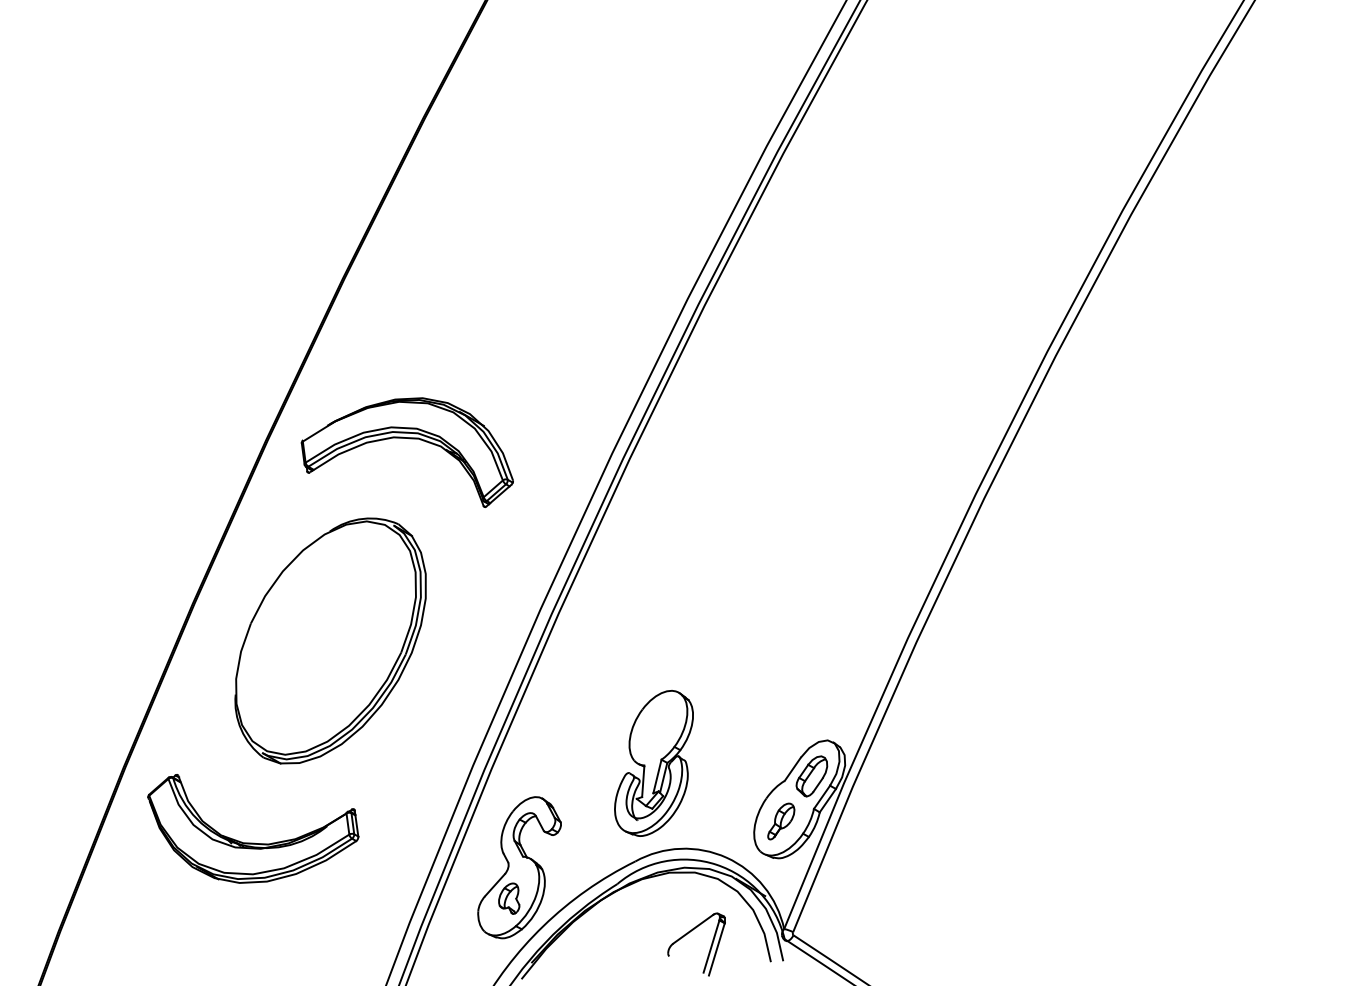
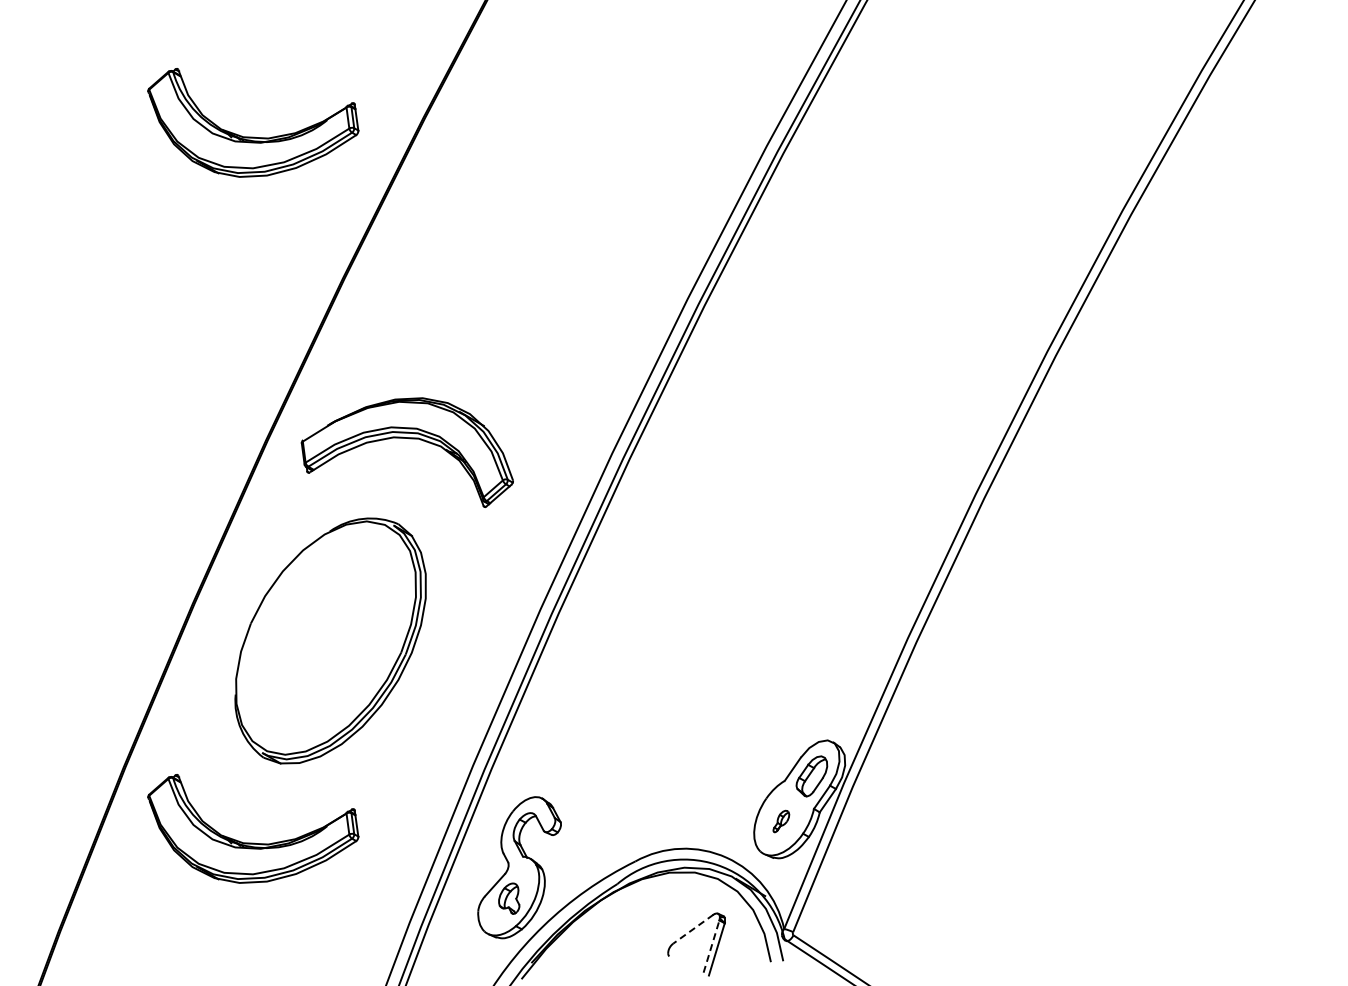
part at (253, 136): none -> present
part at (653, 763): present -> none
part at (781, 821) size: 29x39 px -> 19x25 px
line at (693, 929): solid -> dashed
line at (711, 946): solid -> dashed
